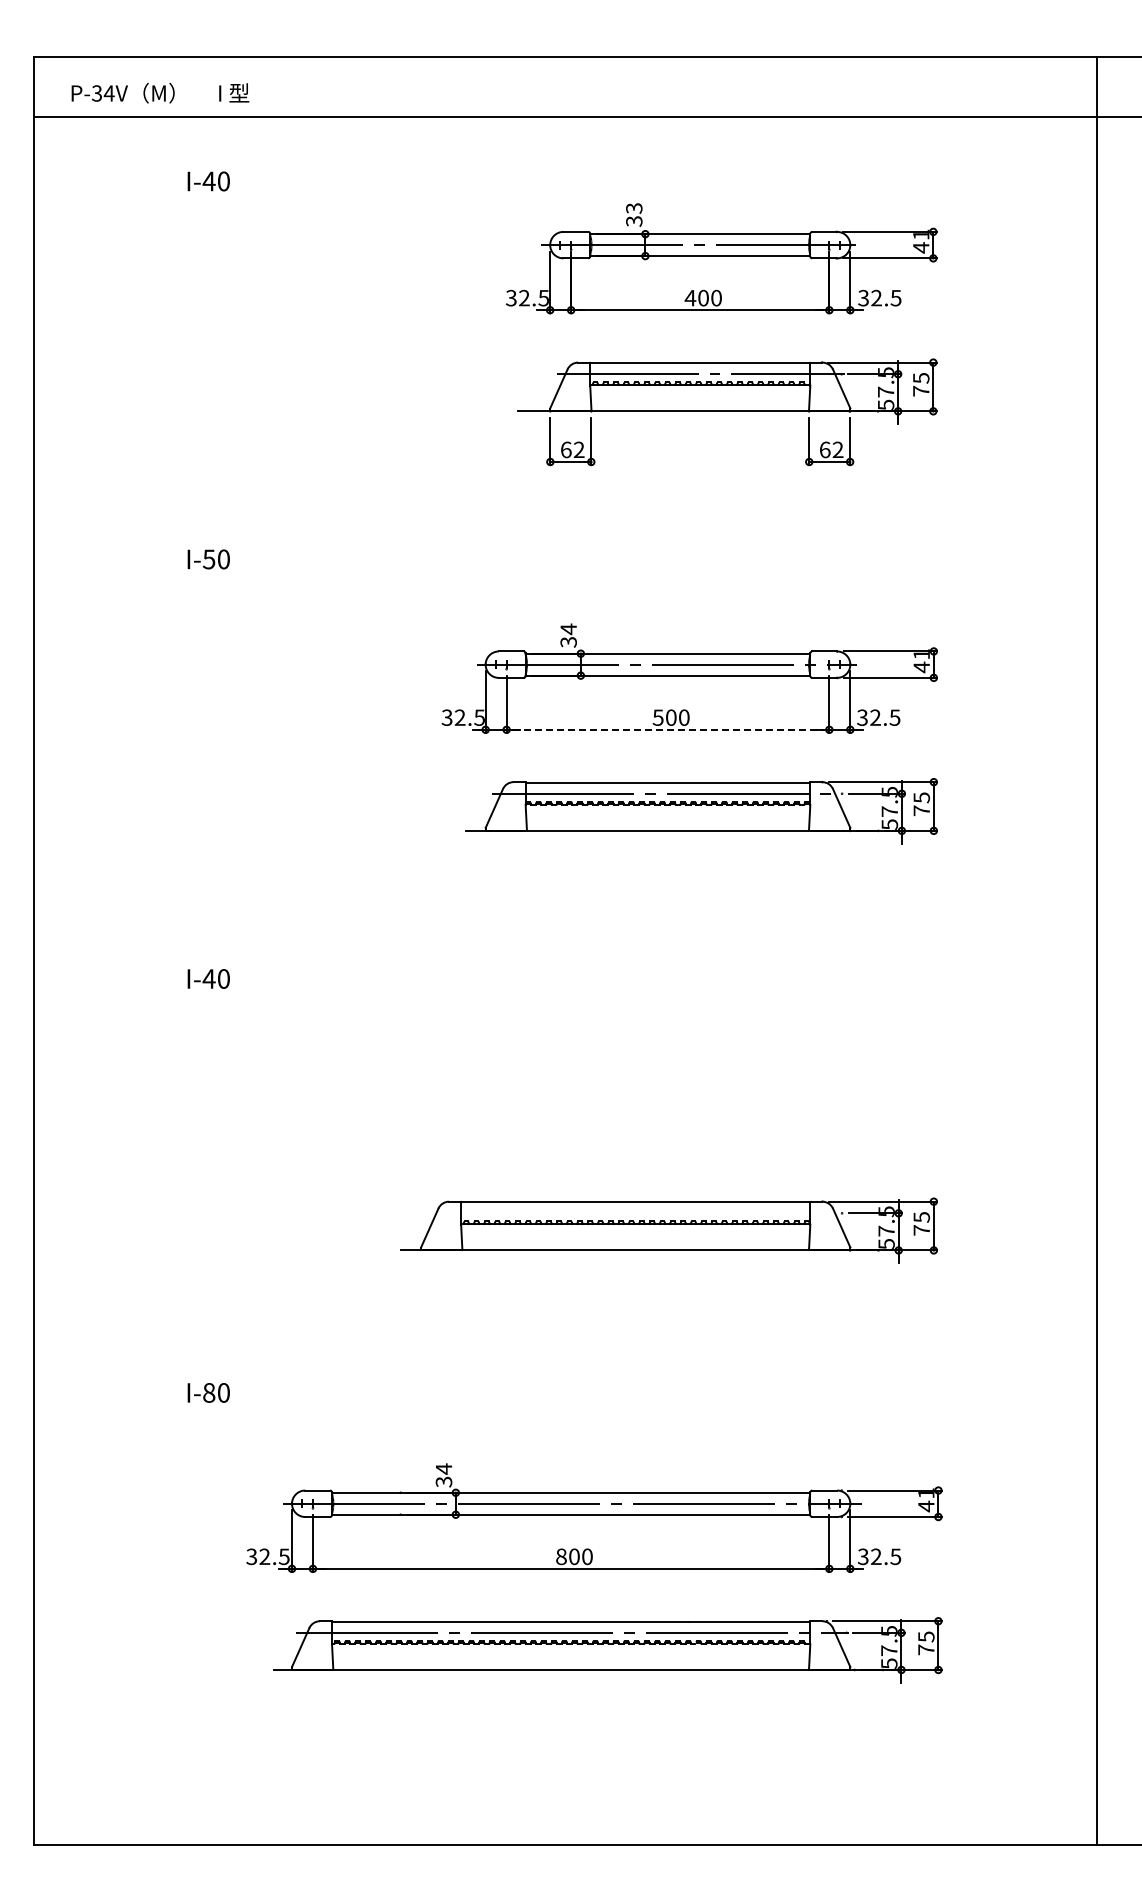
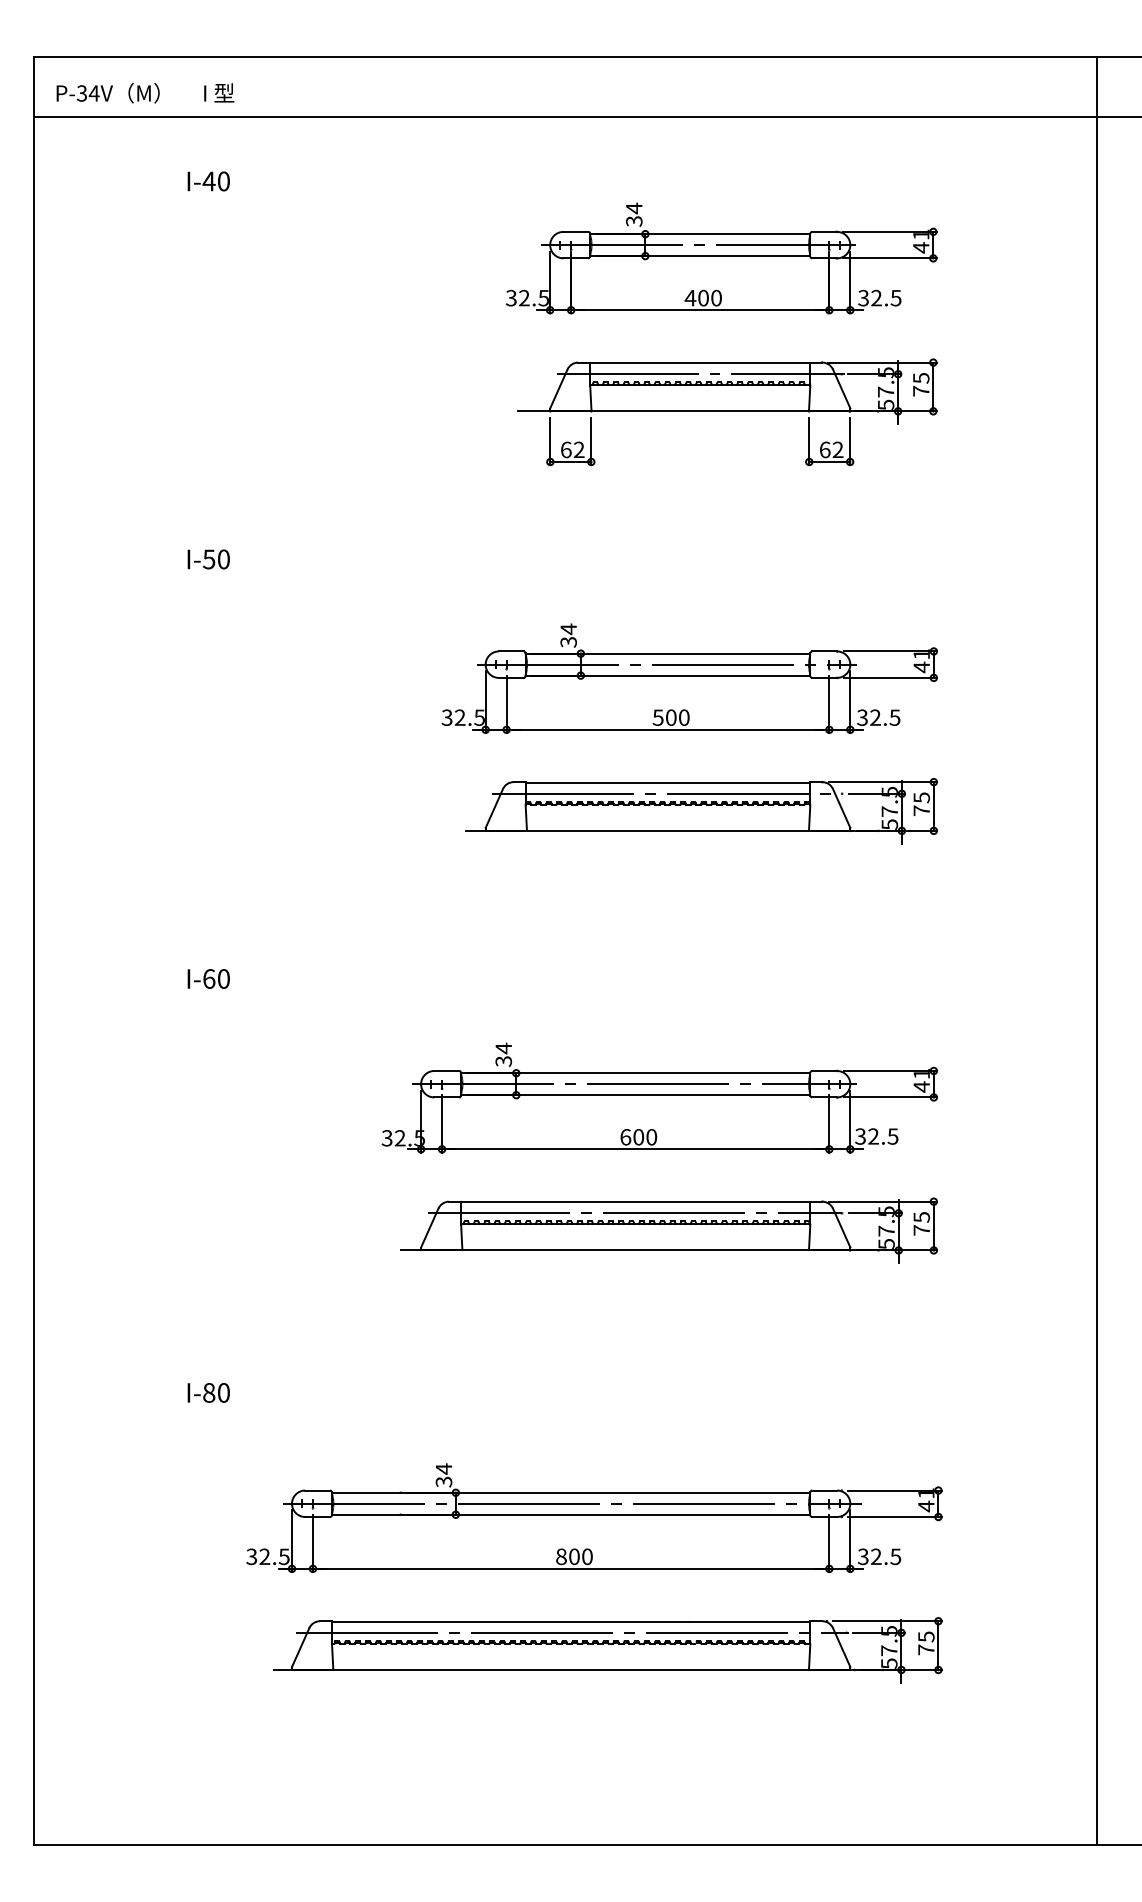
text at (160, 93) position: (160, 93) -> (145, 93)
text at (634, 208): 33 -> 34
line at (667, 729): dashed -> solid
text at (208, 978): I-40 -> I-60
part at (659, 1097): none -> present
line at (634, 1213): none -> present
